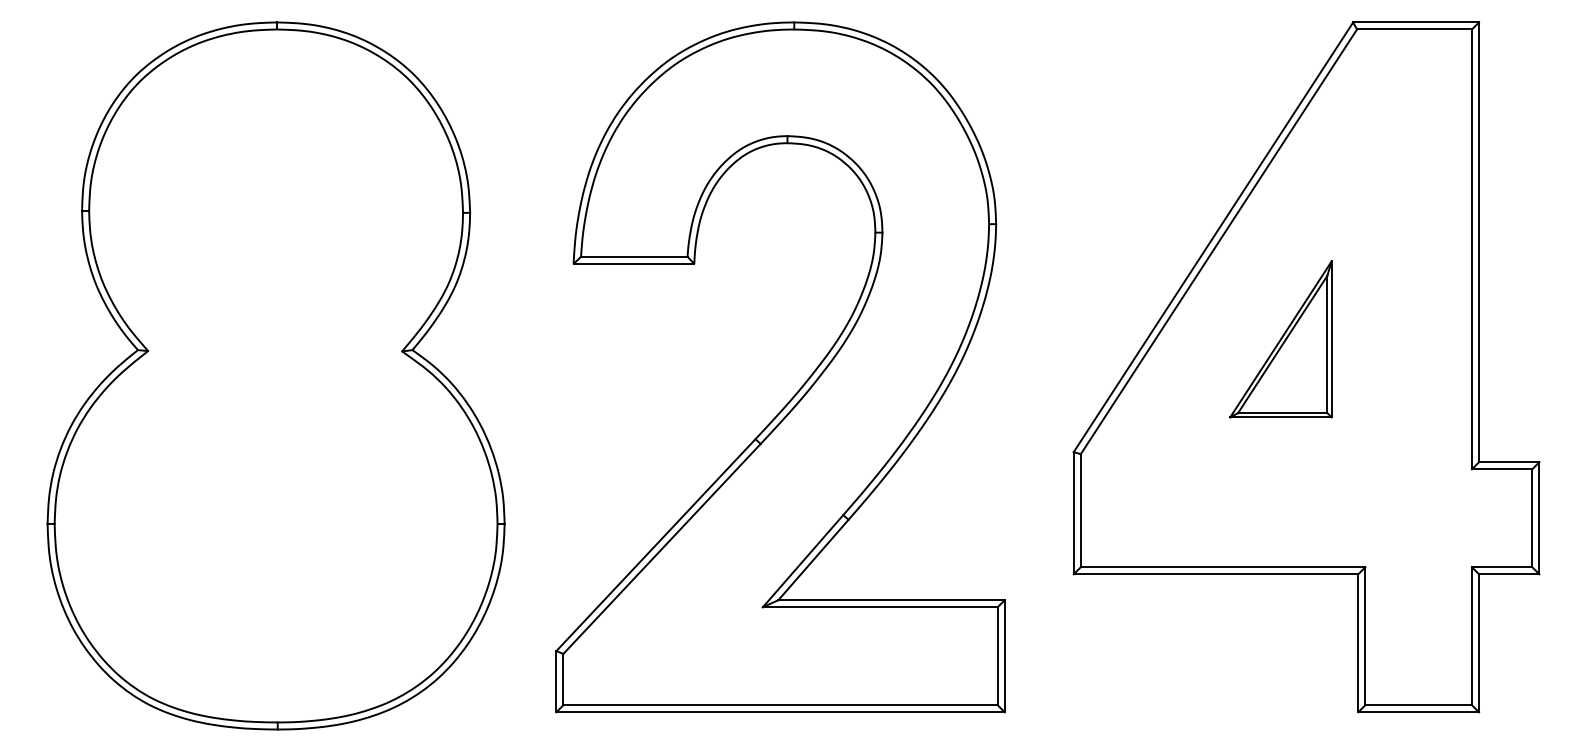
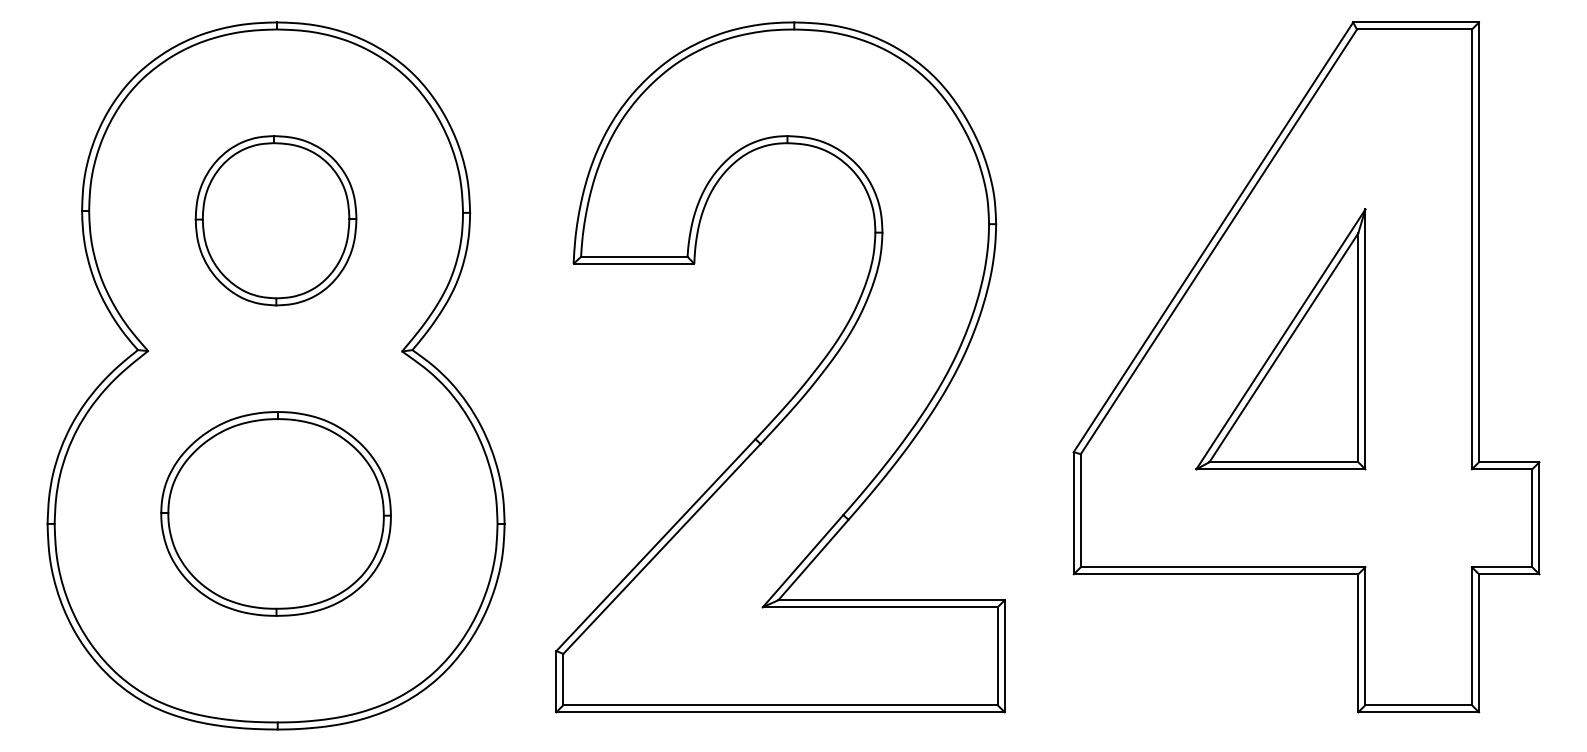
part at (275, 220): none -> present
part at (1280, 339) size: 104x159 px -> 172x263 px
part at (275, 513): none -> present
